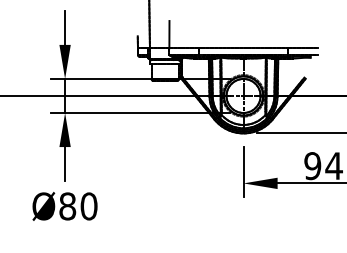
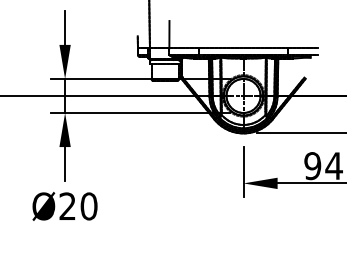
text at (67, 206): Ø80 -> Ø20
